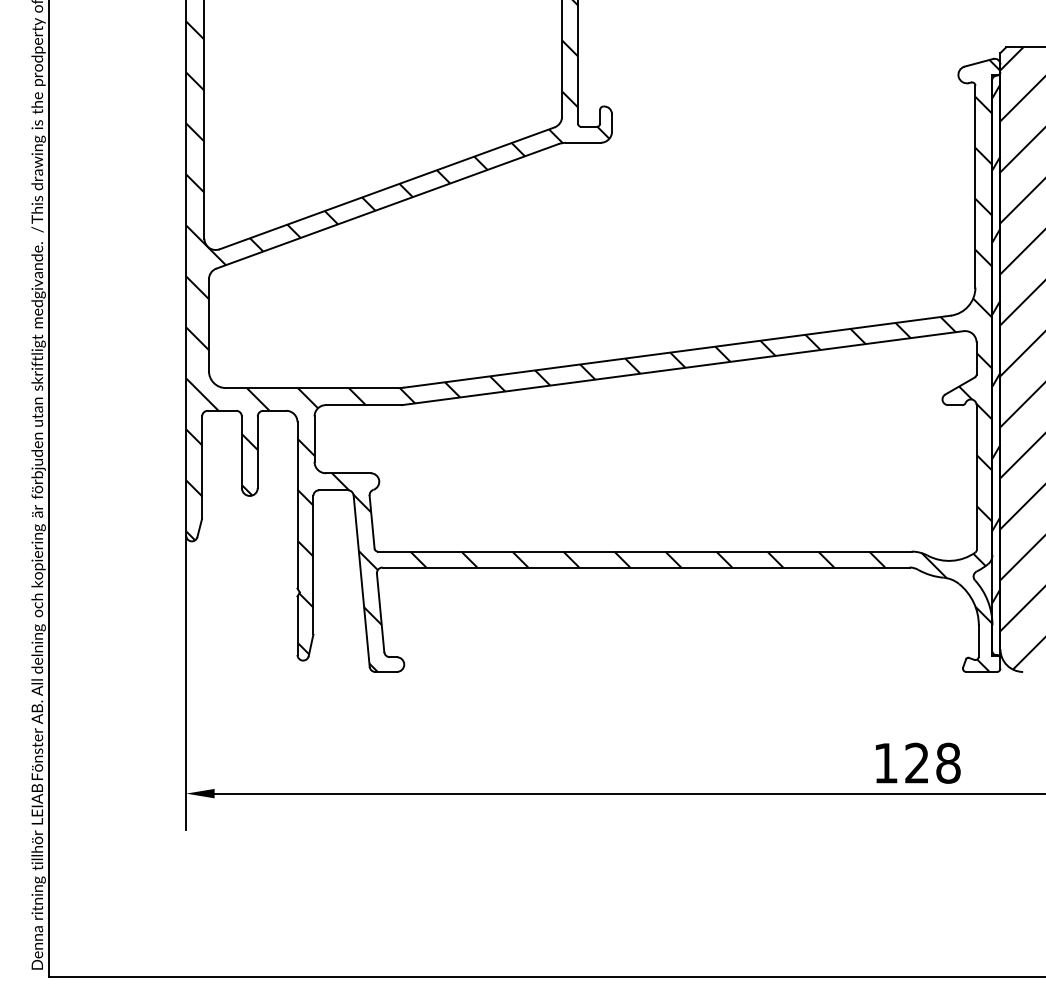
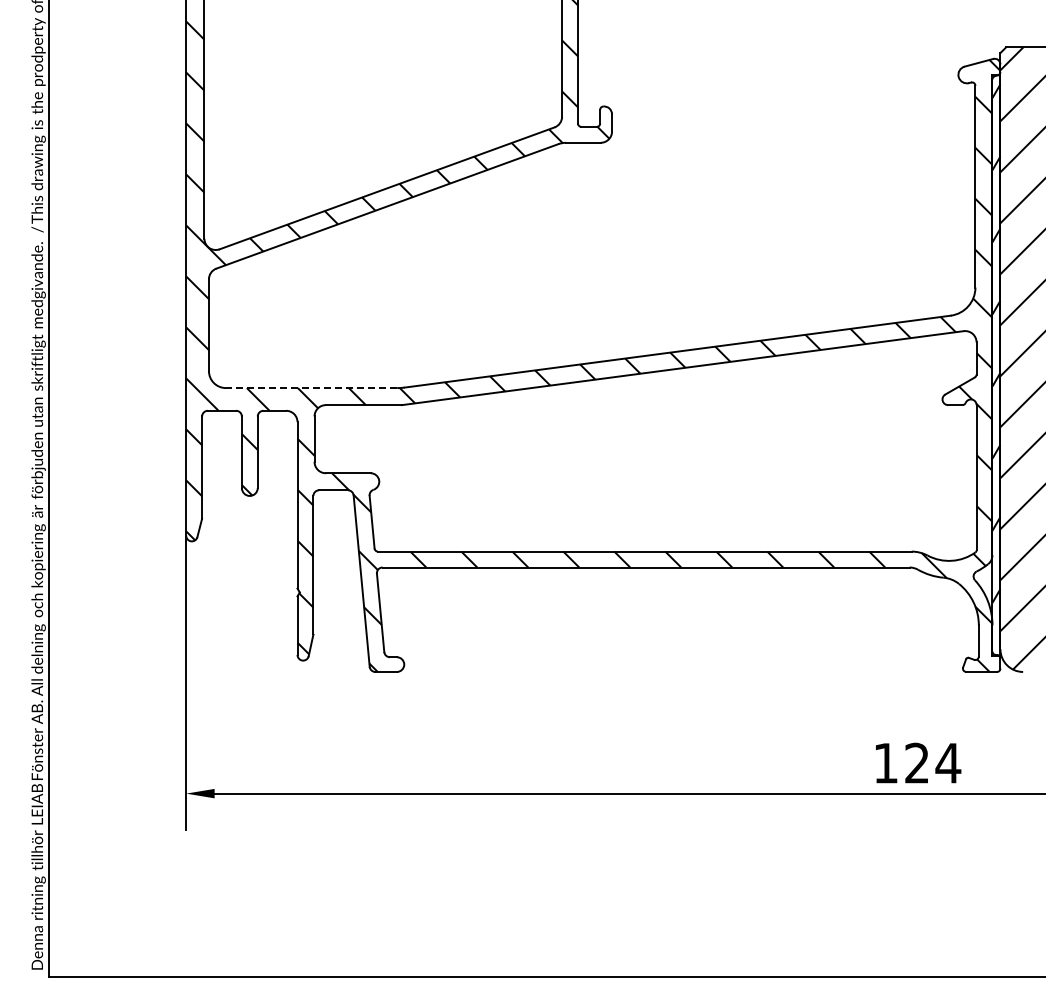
line at (311, 388): solid -> dashed
text at (948, 762): 128 -> 124
